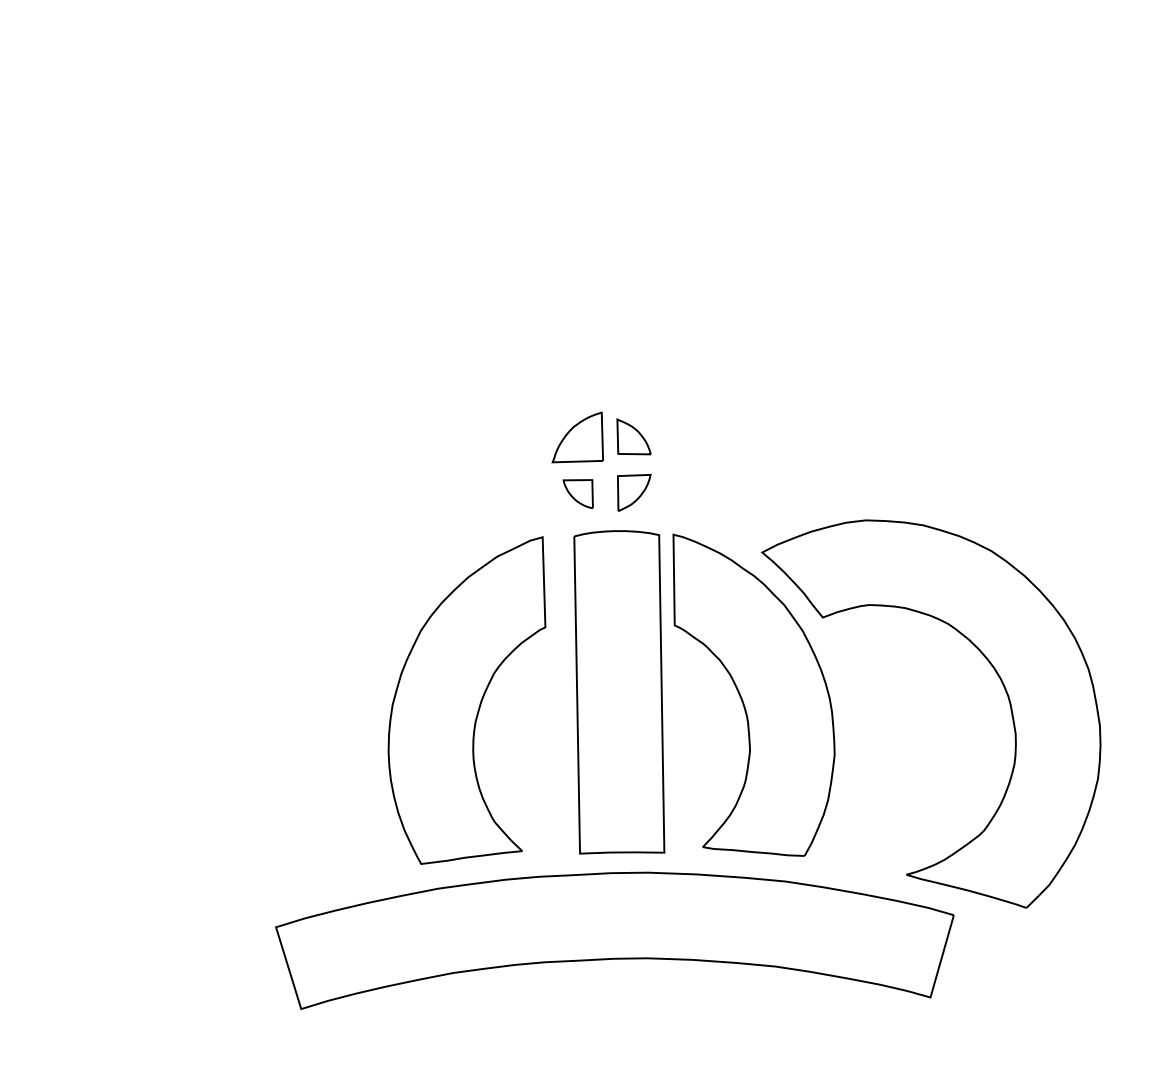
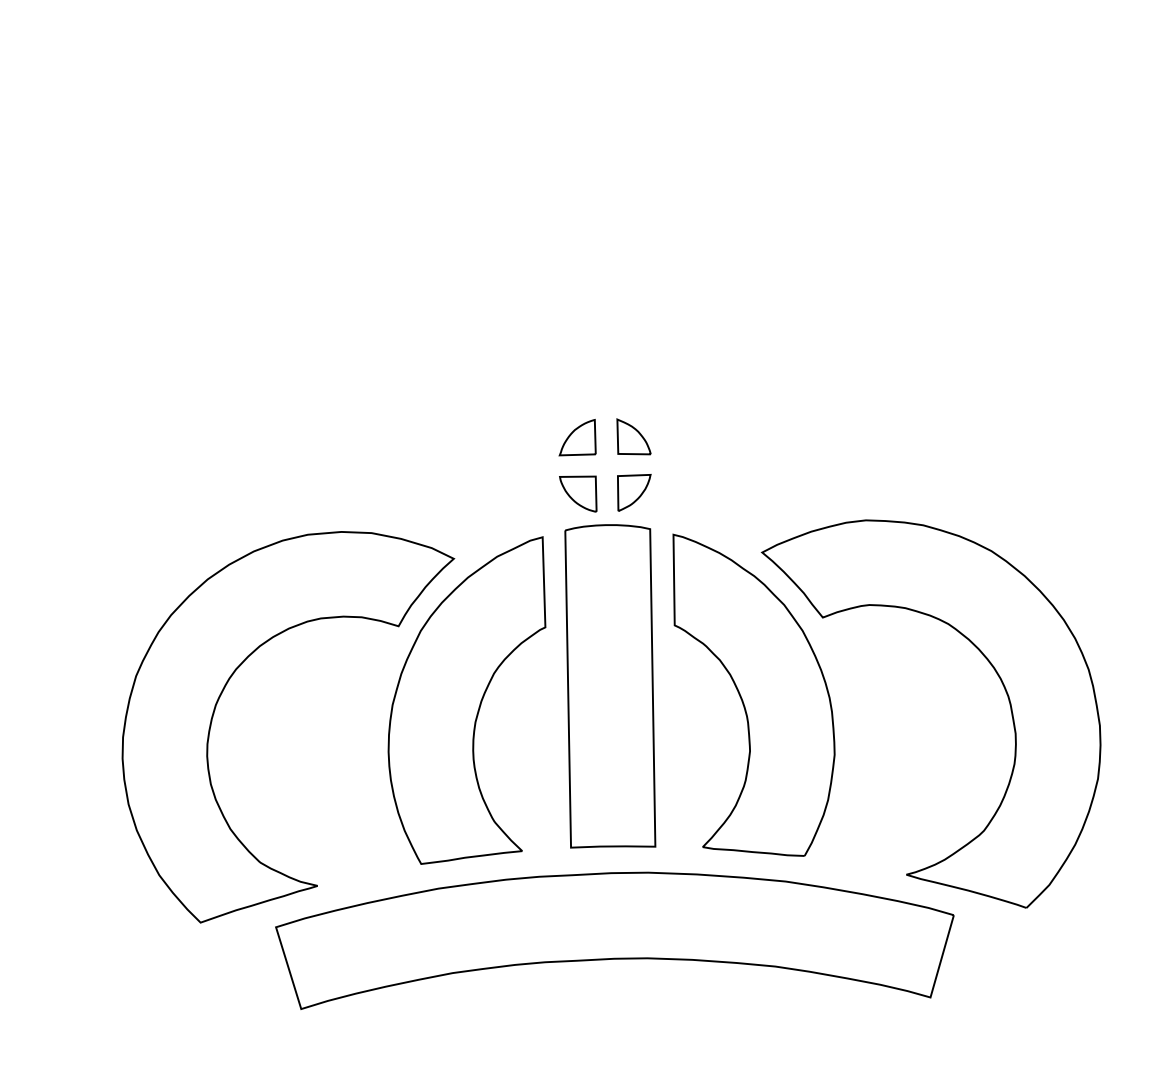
part at (577, 437) size: 53x53 px -> 39x38 px
part at (577, 493) size: 32x30 px -> 39x38 px
part at (619, 692) position: (619, 692) -> (610, 686)
part at (222, 693): none -> present
